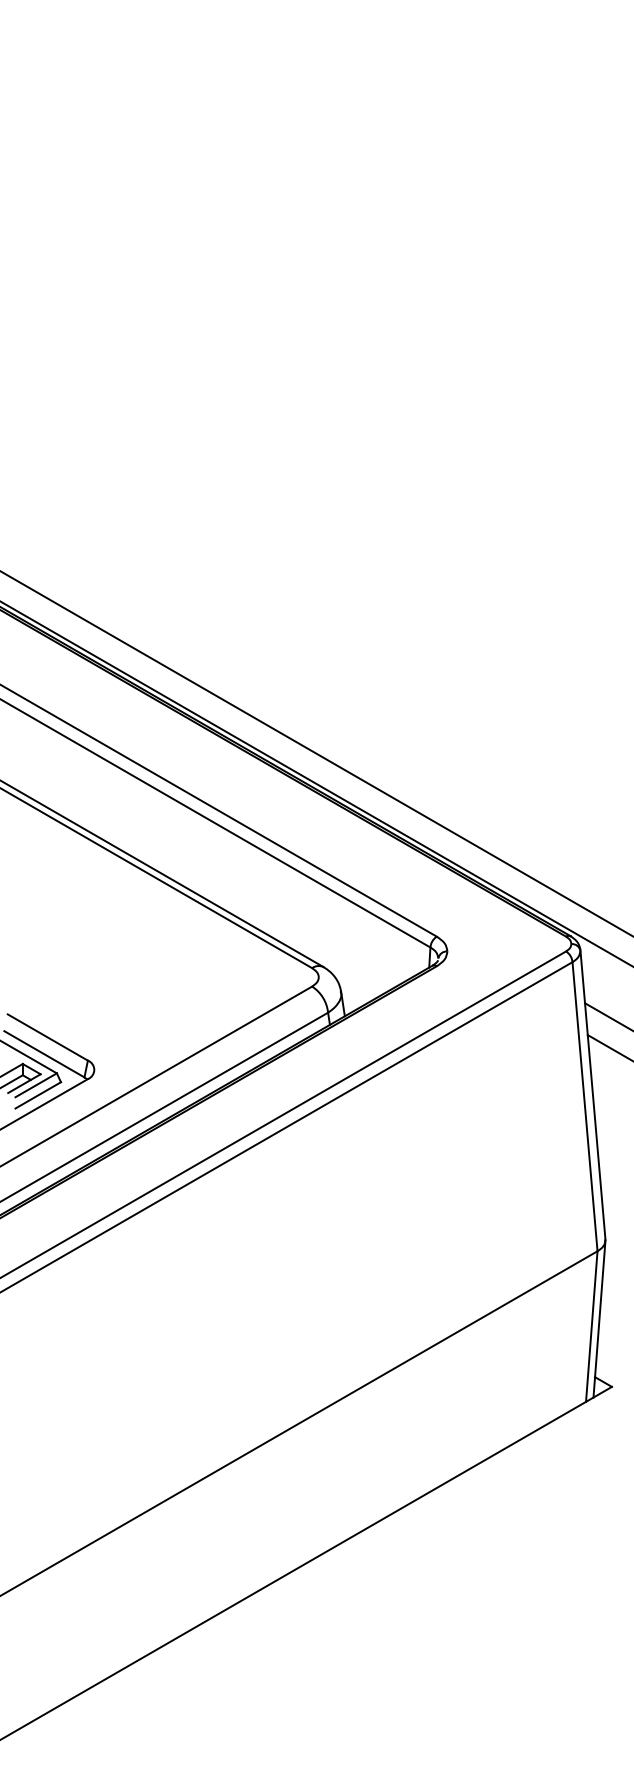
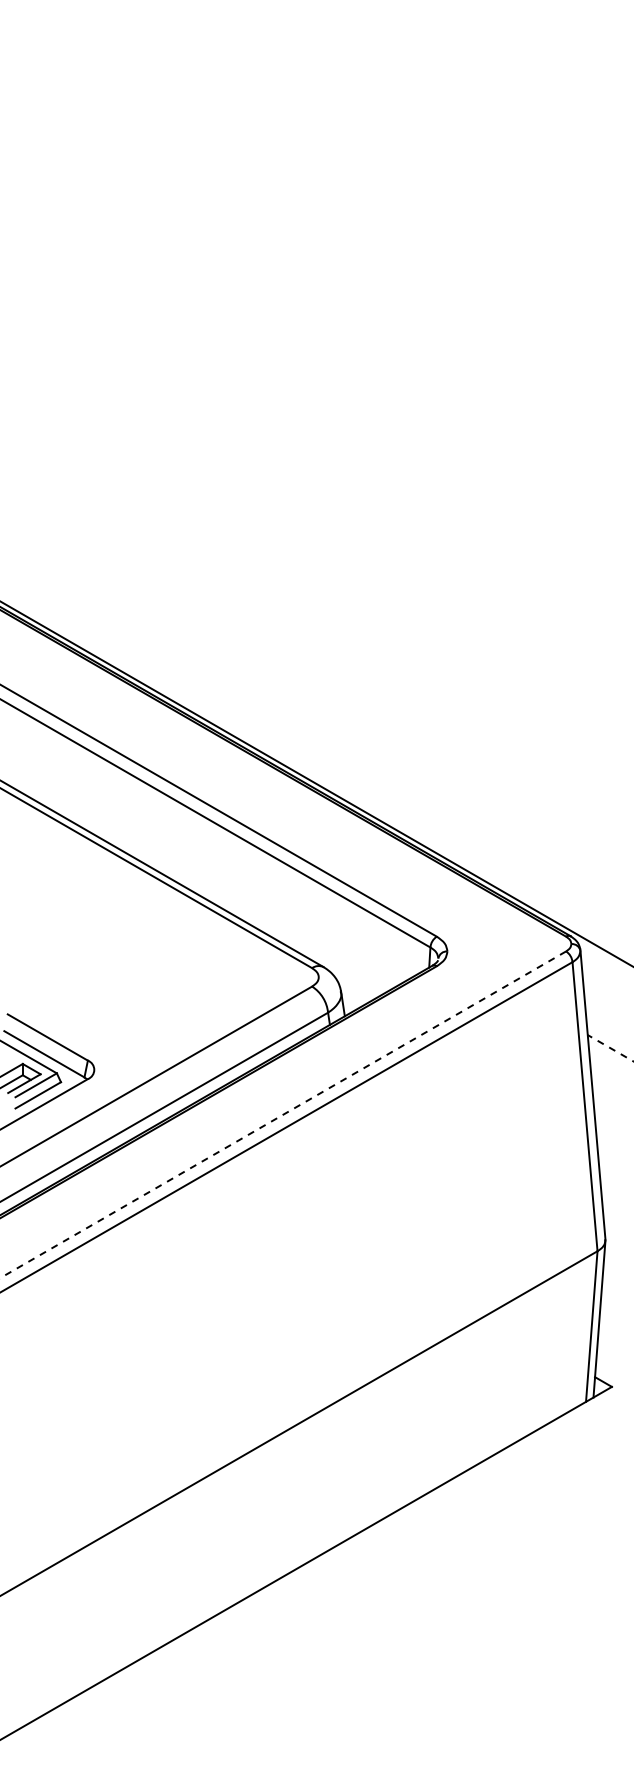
line at (316, 753): present -> none
line at (607, 1016): present -> none
line at (610, 1048): solid -> dashed
line at (282, 1114): solid -> dashed
